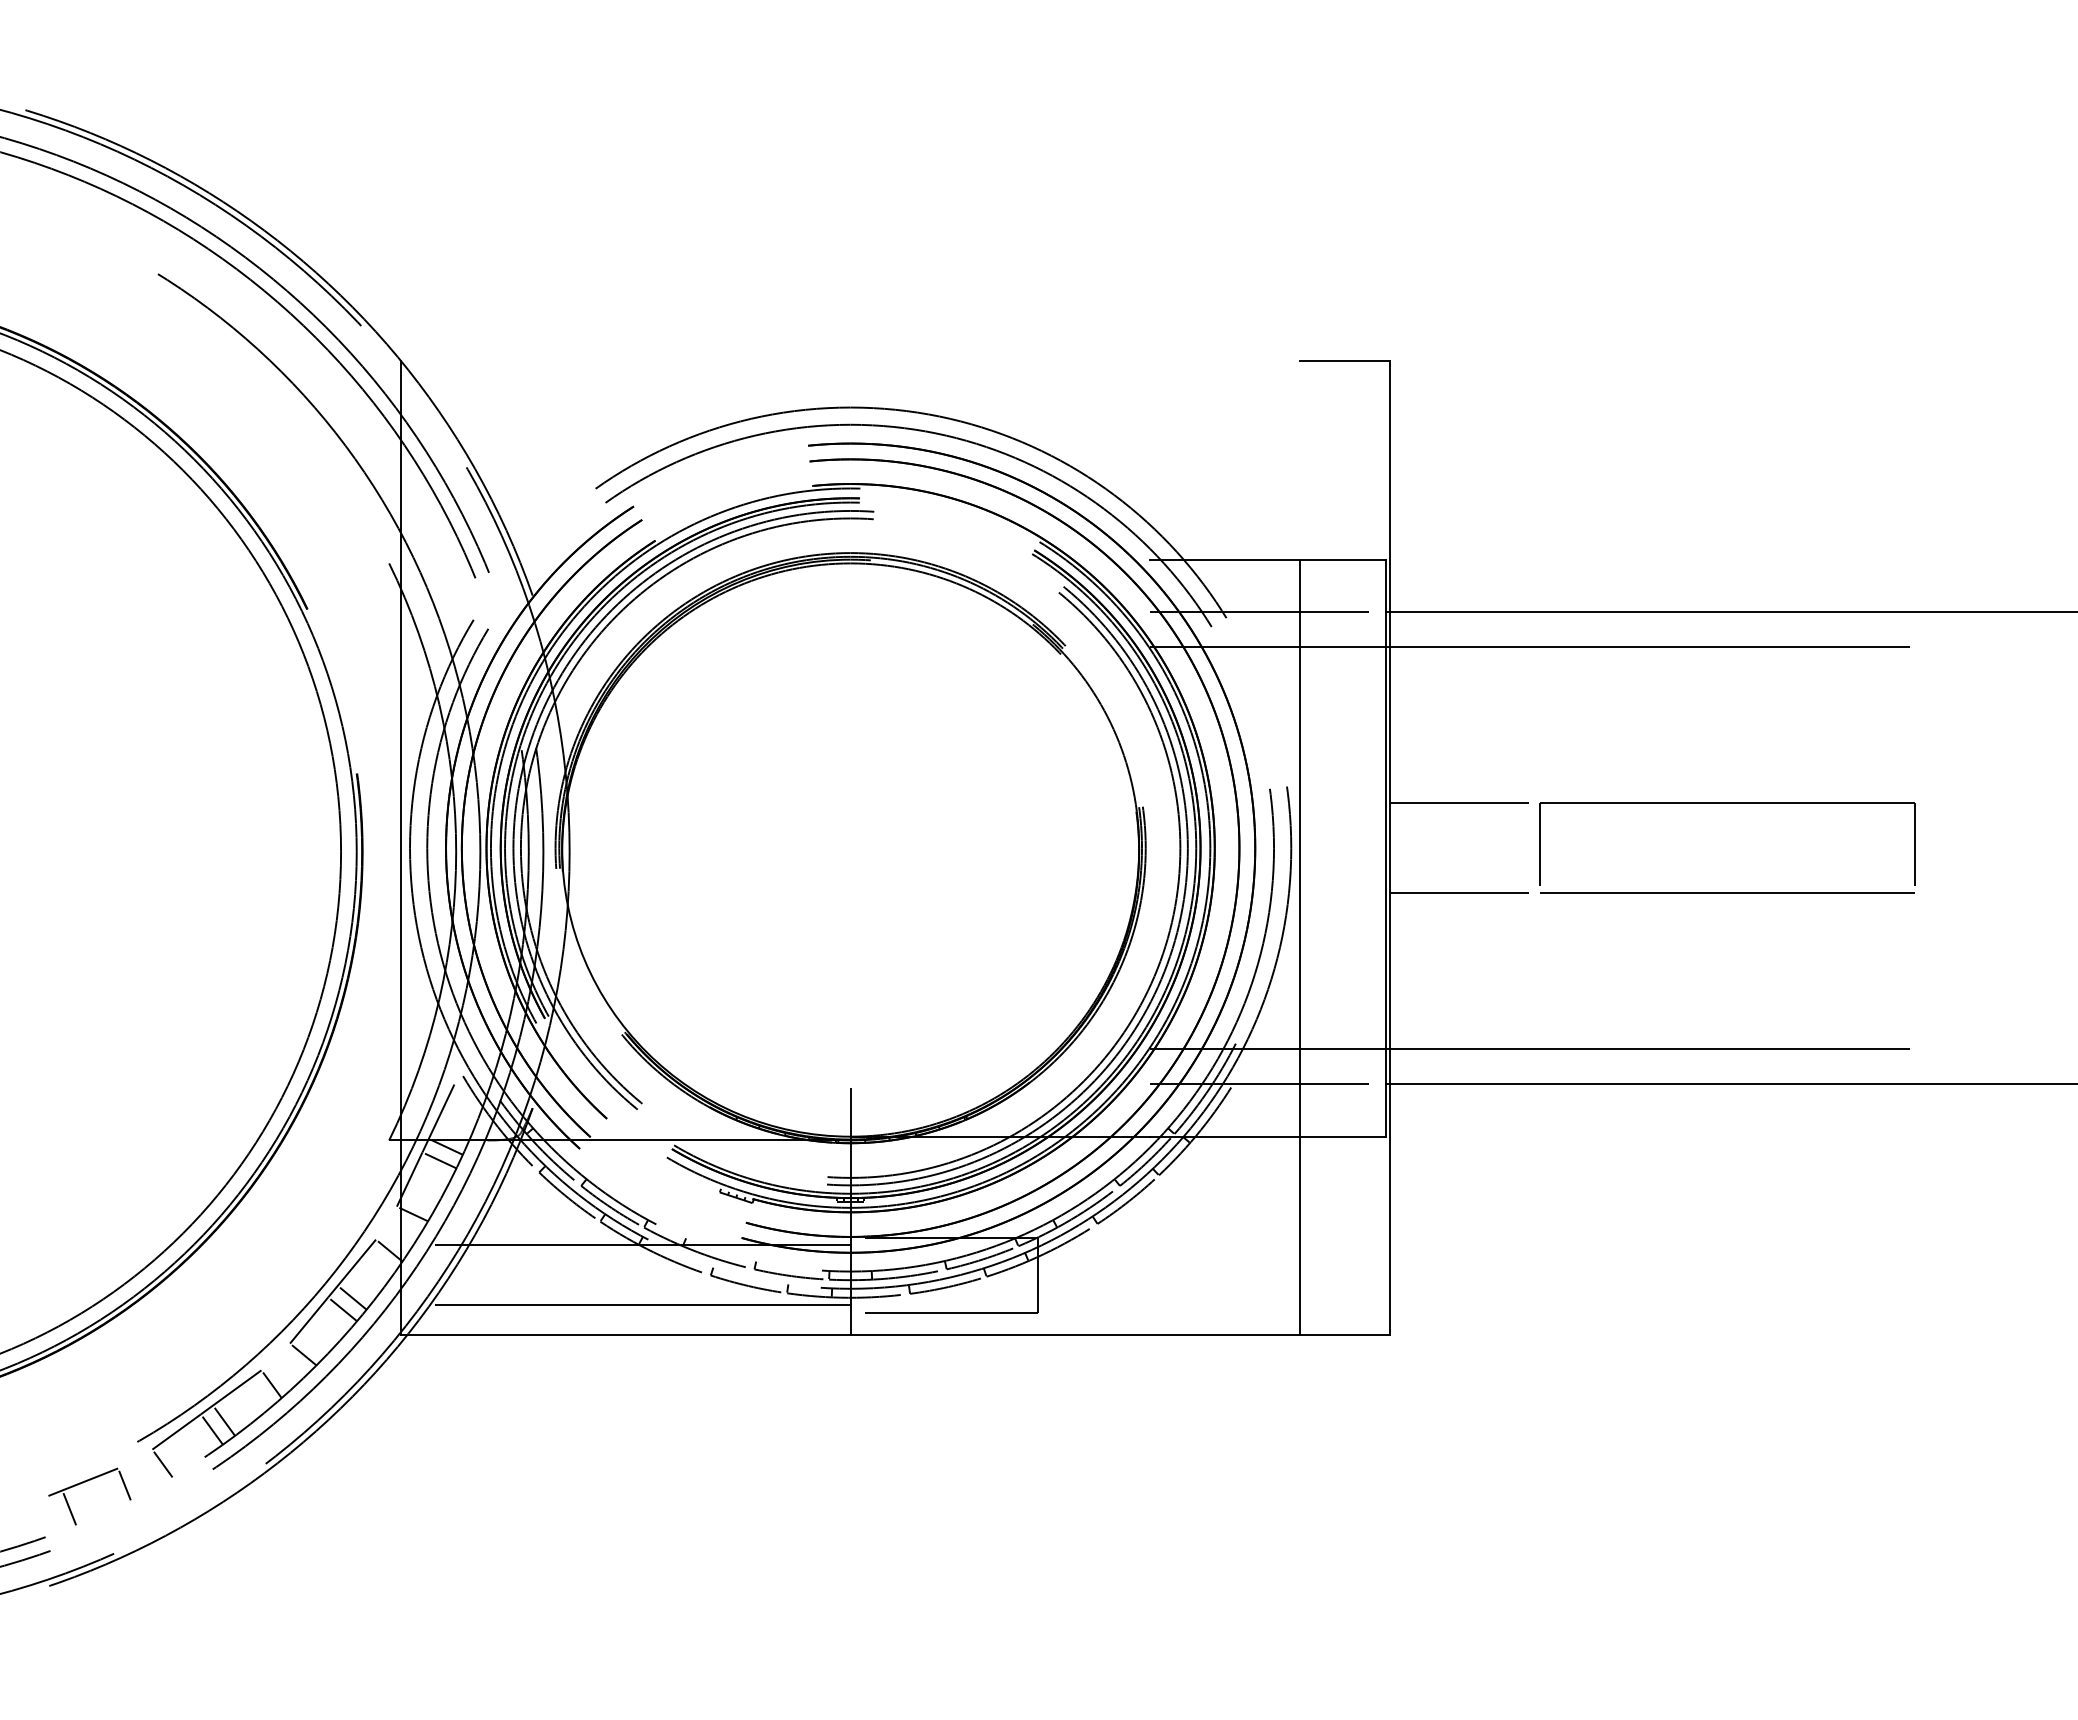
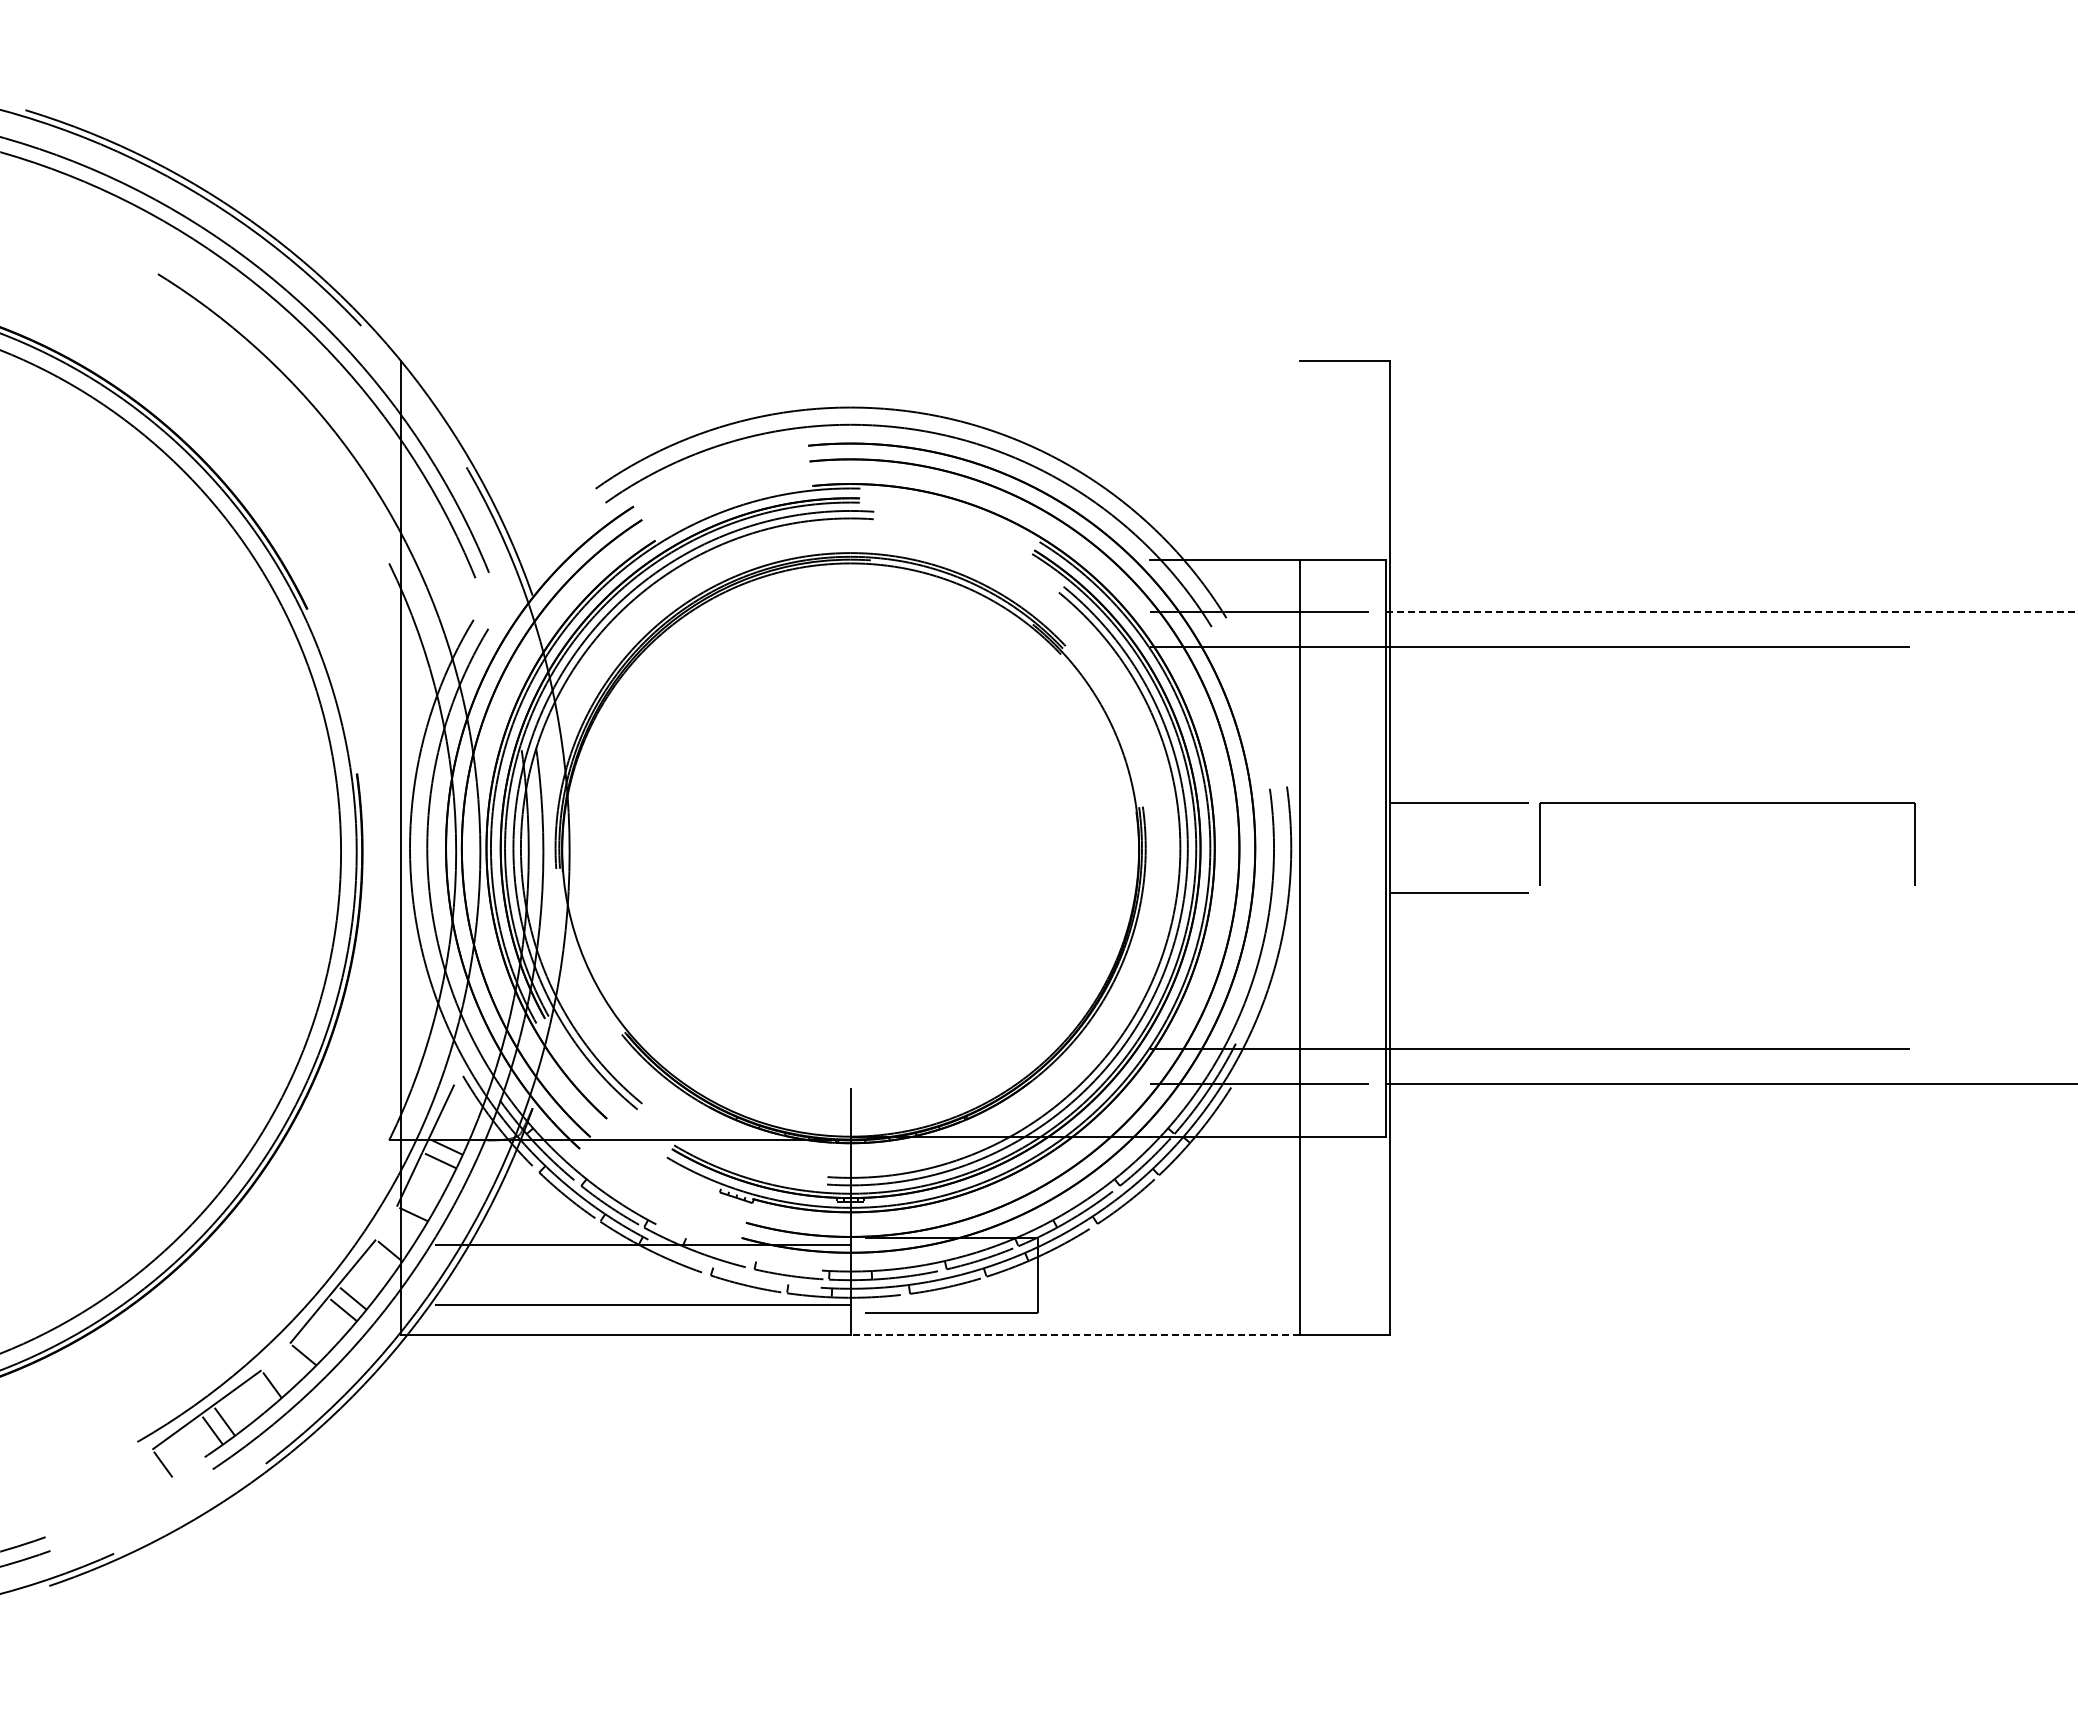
line at (1732, 612): solid -> dashed
line at (1727, 893): present -> none
line at (1075, 1335): solid -> dashed
part at (83, 1483): present -> none
